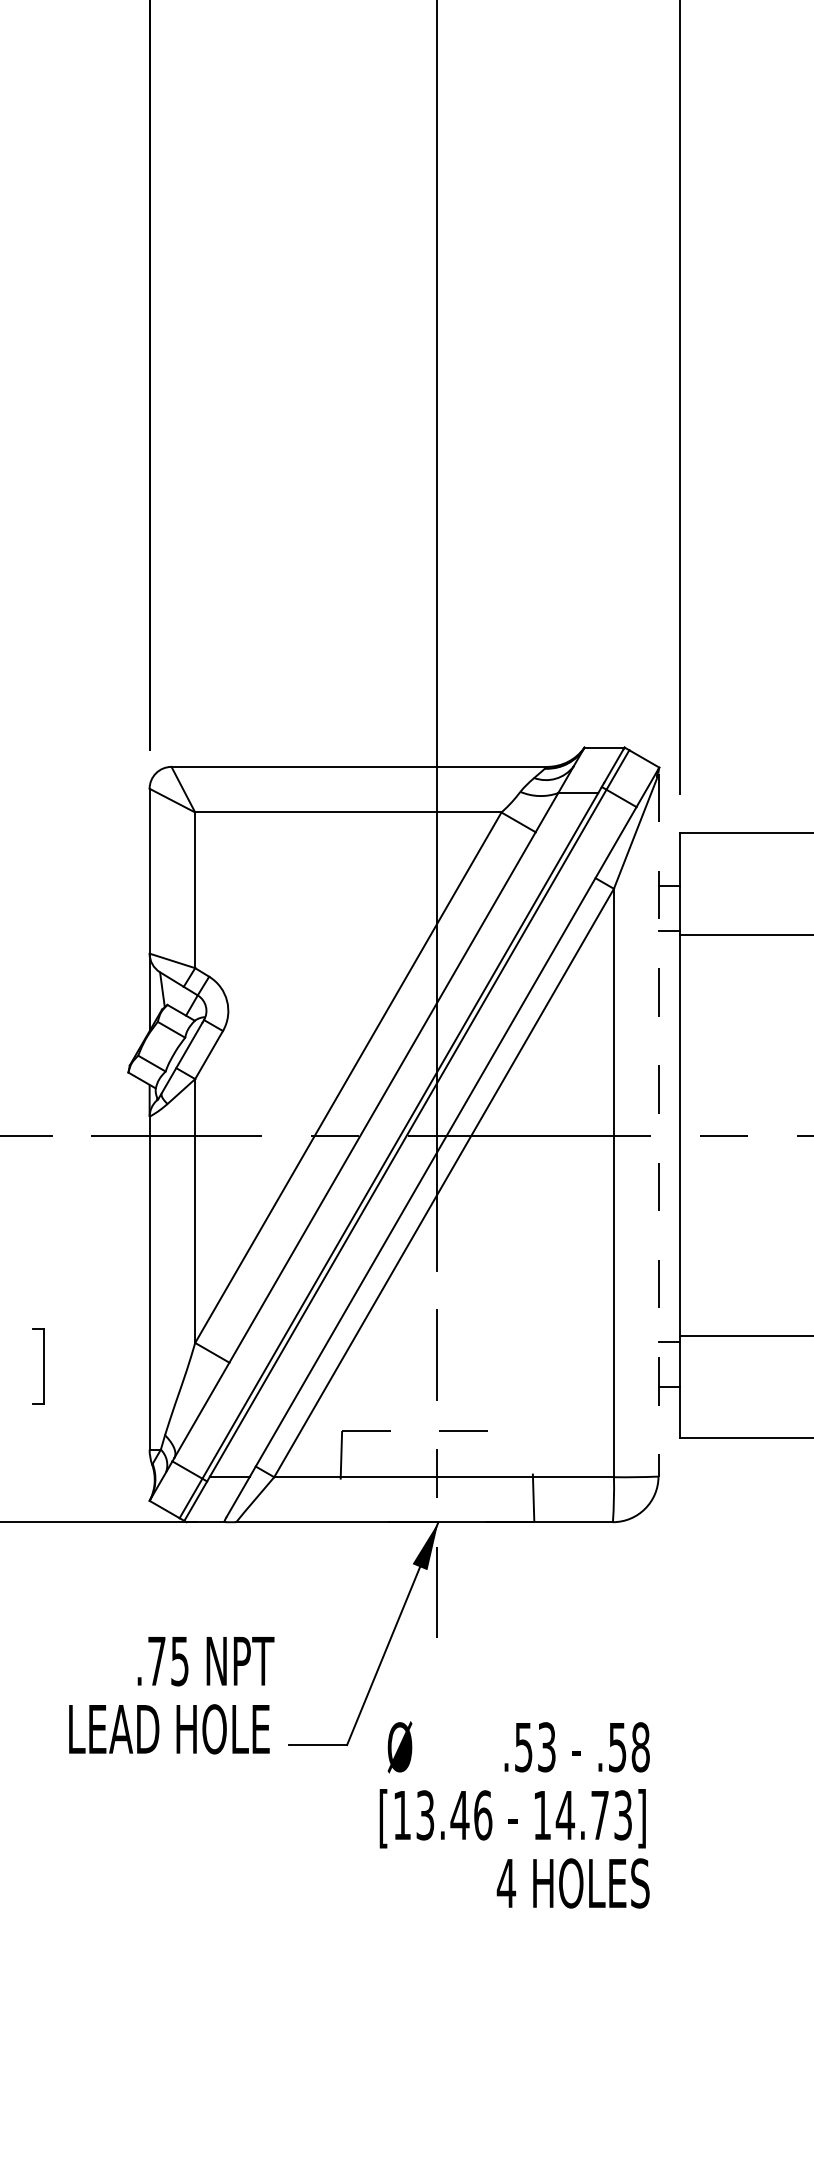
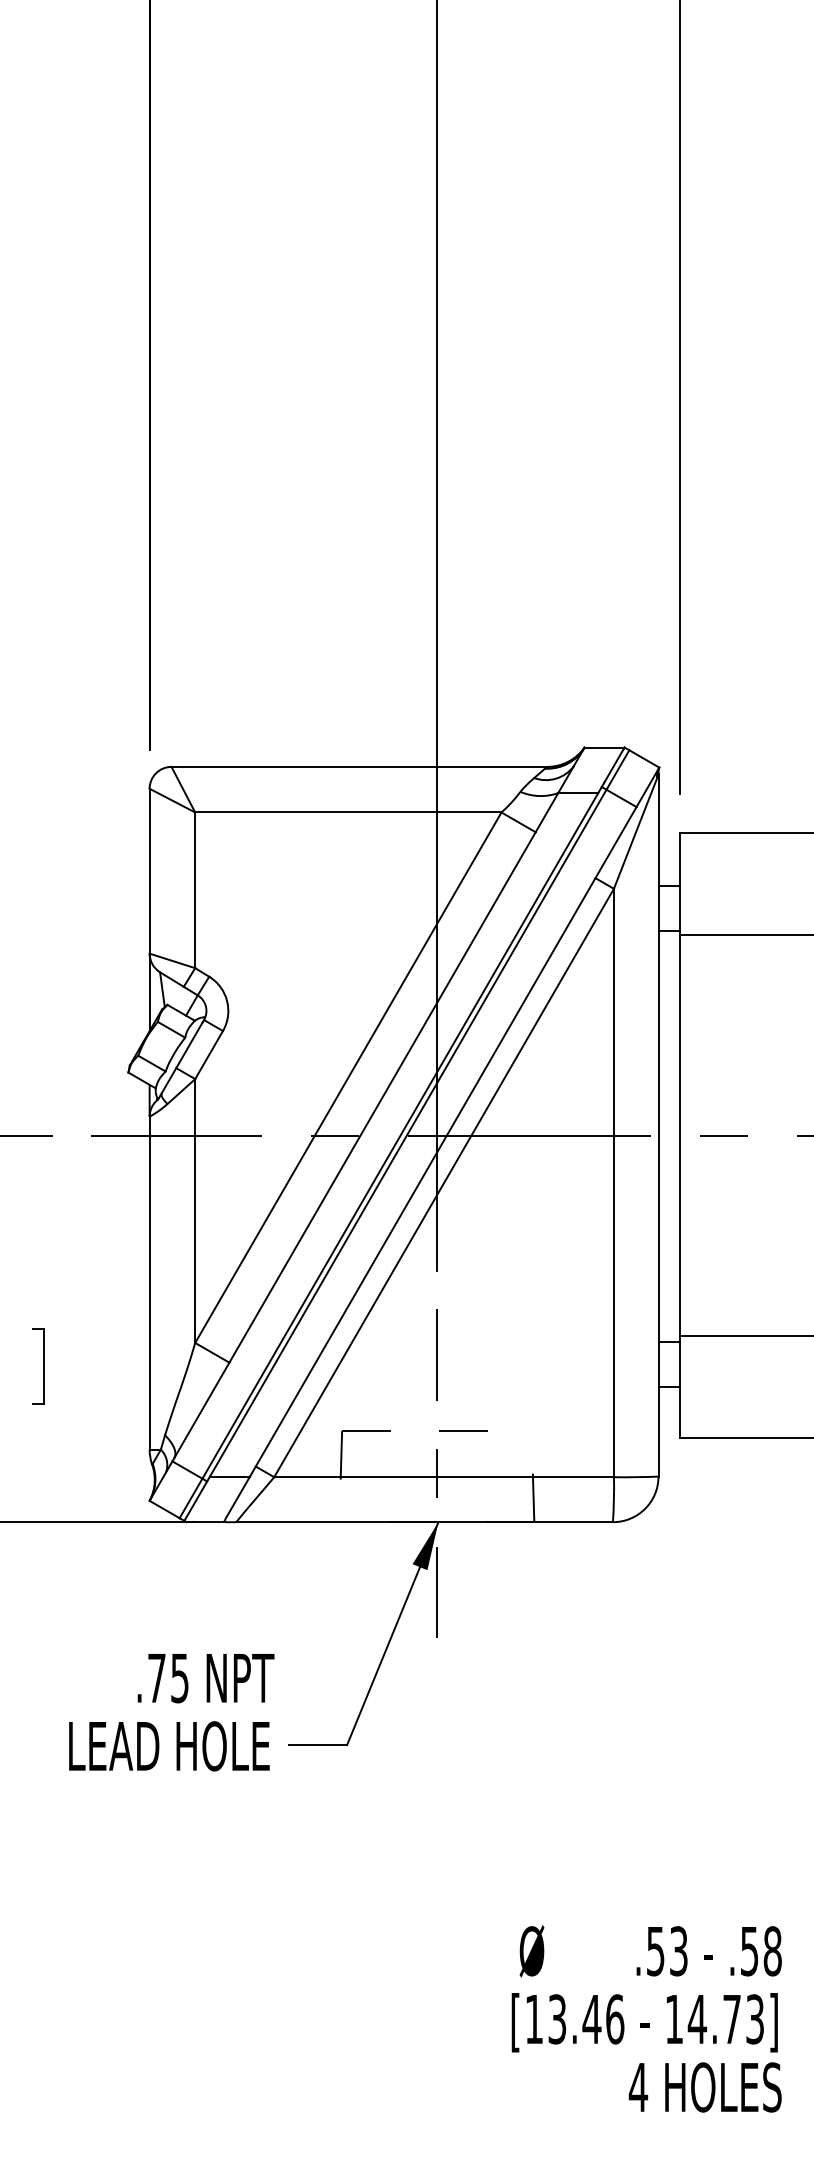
line at (658, 1125): dashed -> solid
text at (171, 1695) position: (171, 1695) -> (171, 1712)
text at (514, 1814) position: (514, 1814) -> (646, 2018)
